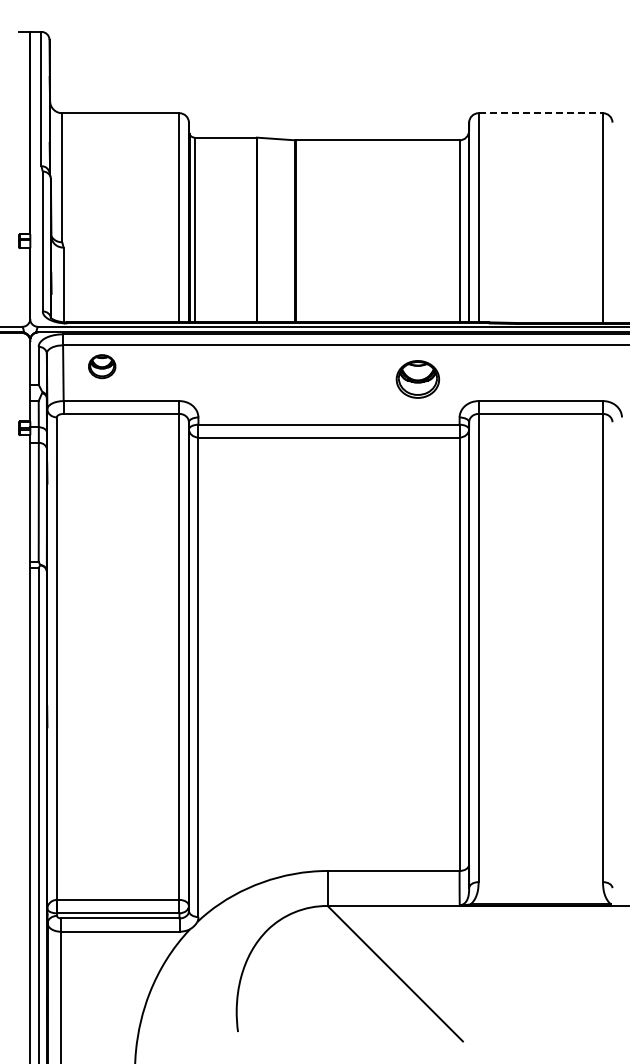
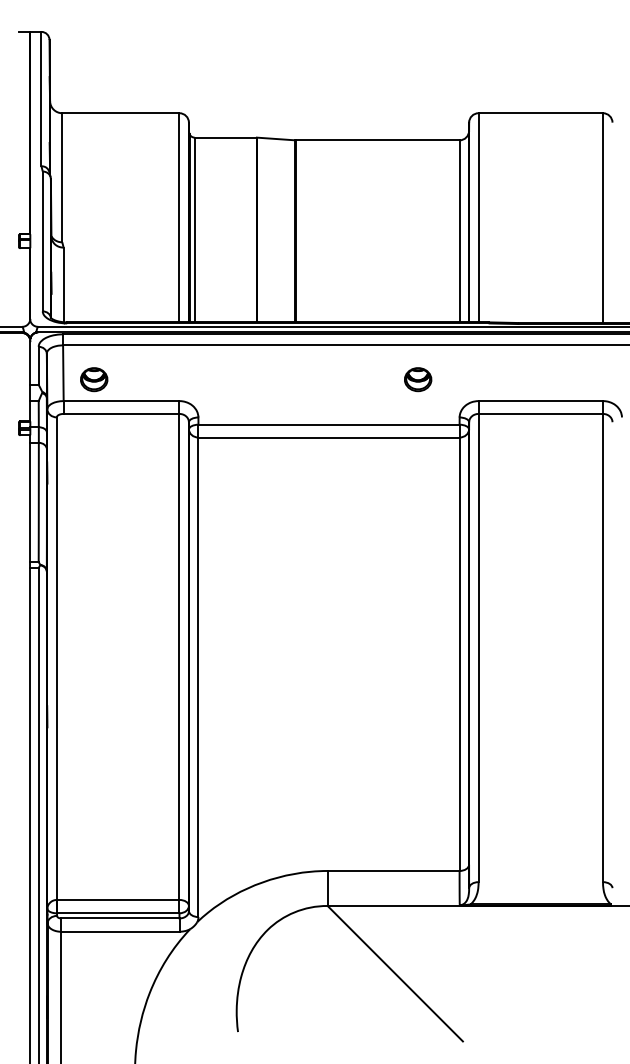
line at (541, 113): dashed -> solid
part at (102, 366) position: (102, 366) -> (94, 379)
part at (417, 379) size: 46x39 px -> 29x26 px
